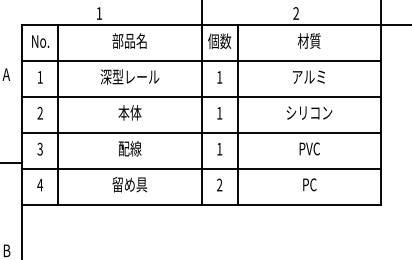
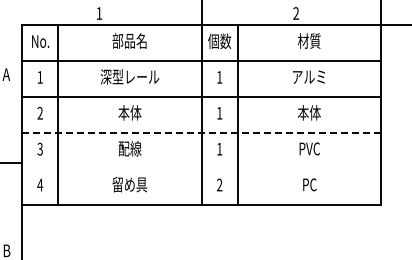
text at (309, 112): シリコン -> 本体
line at (202, 132): solid -> dashed
line at (201, 168): present -> none
